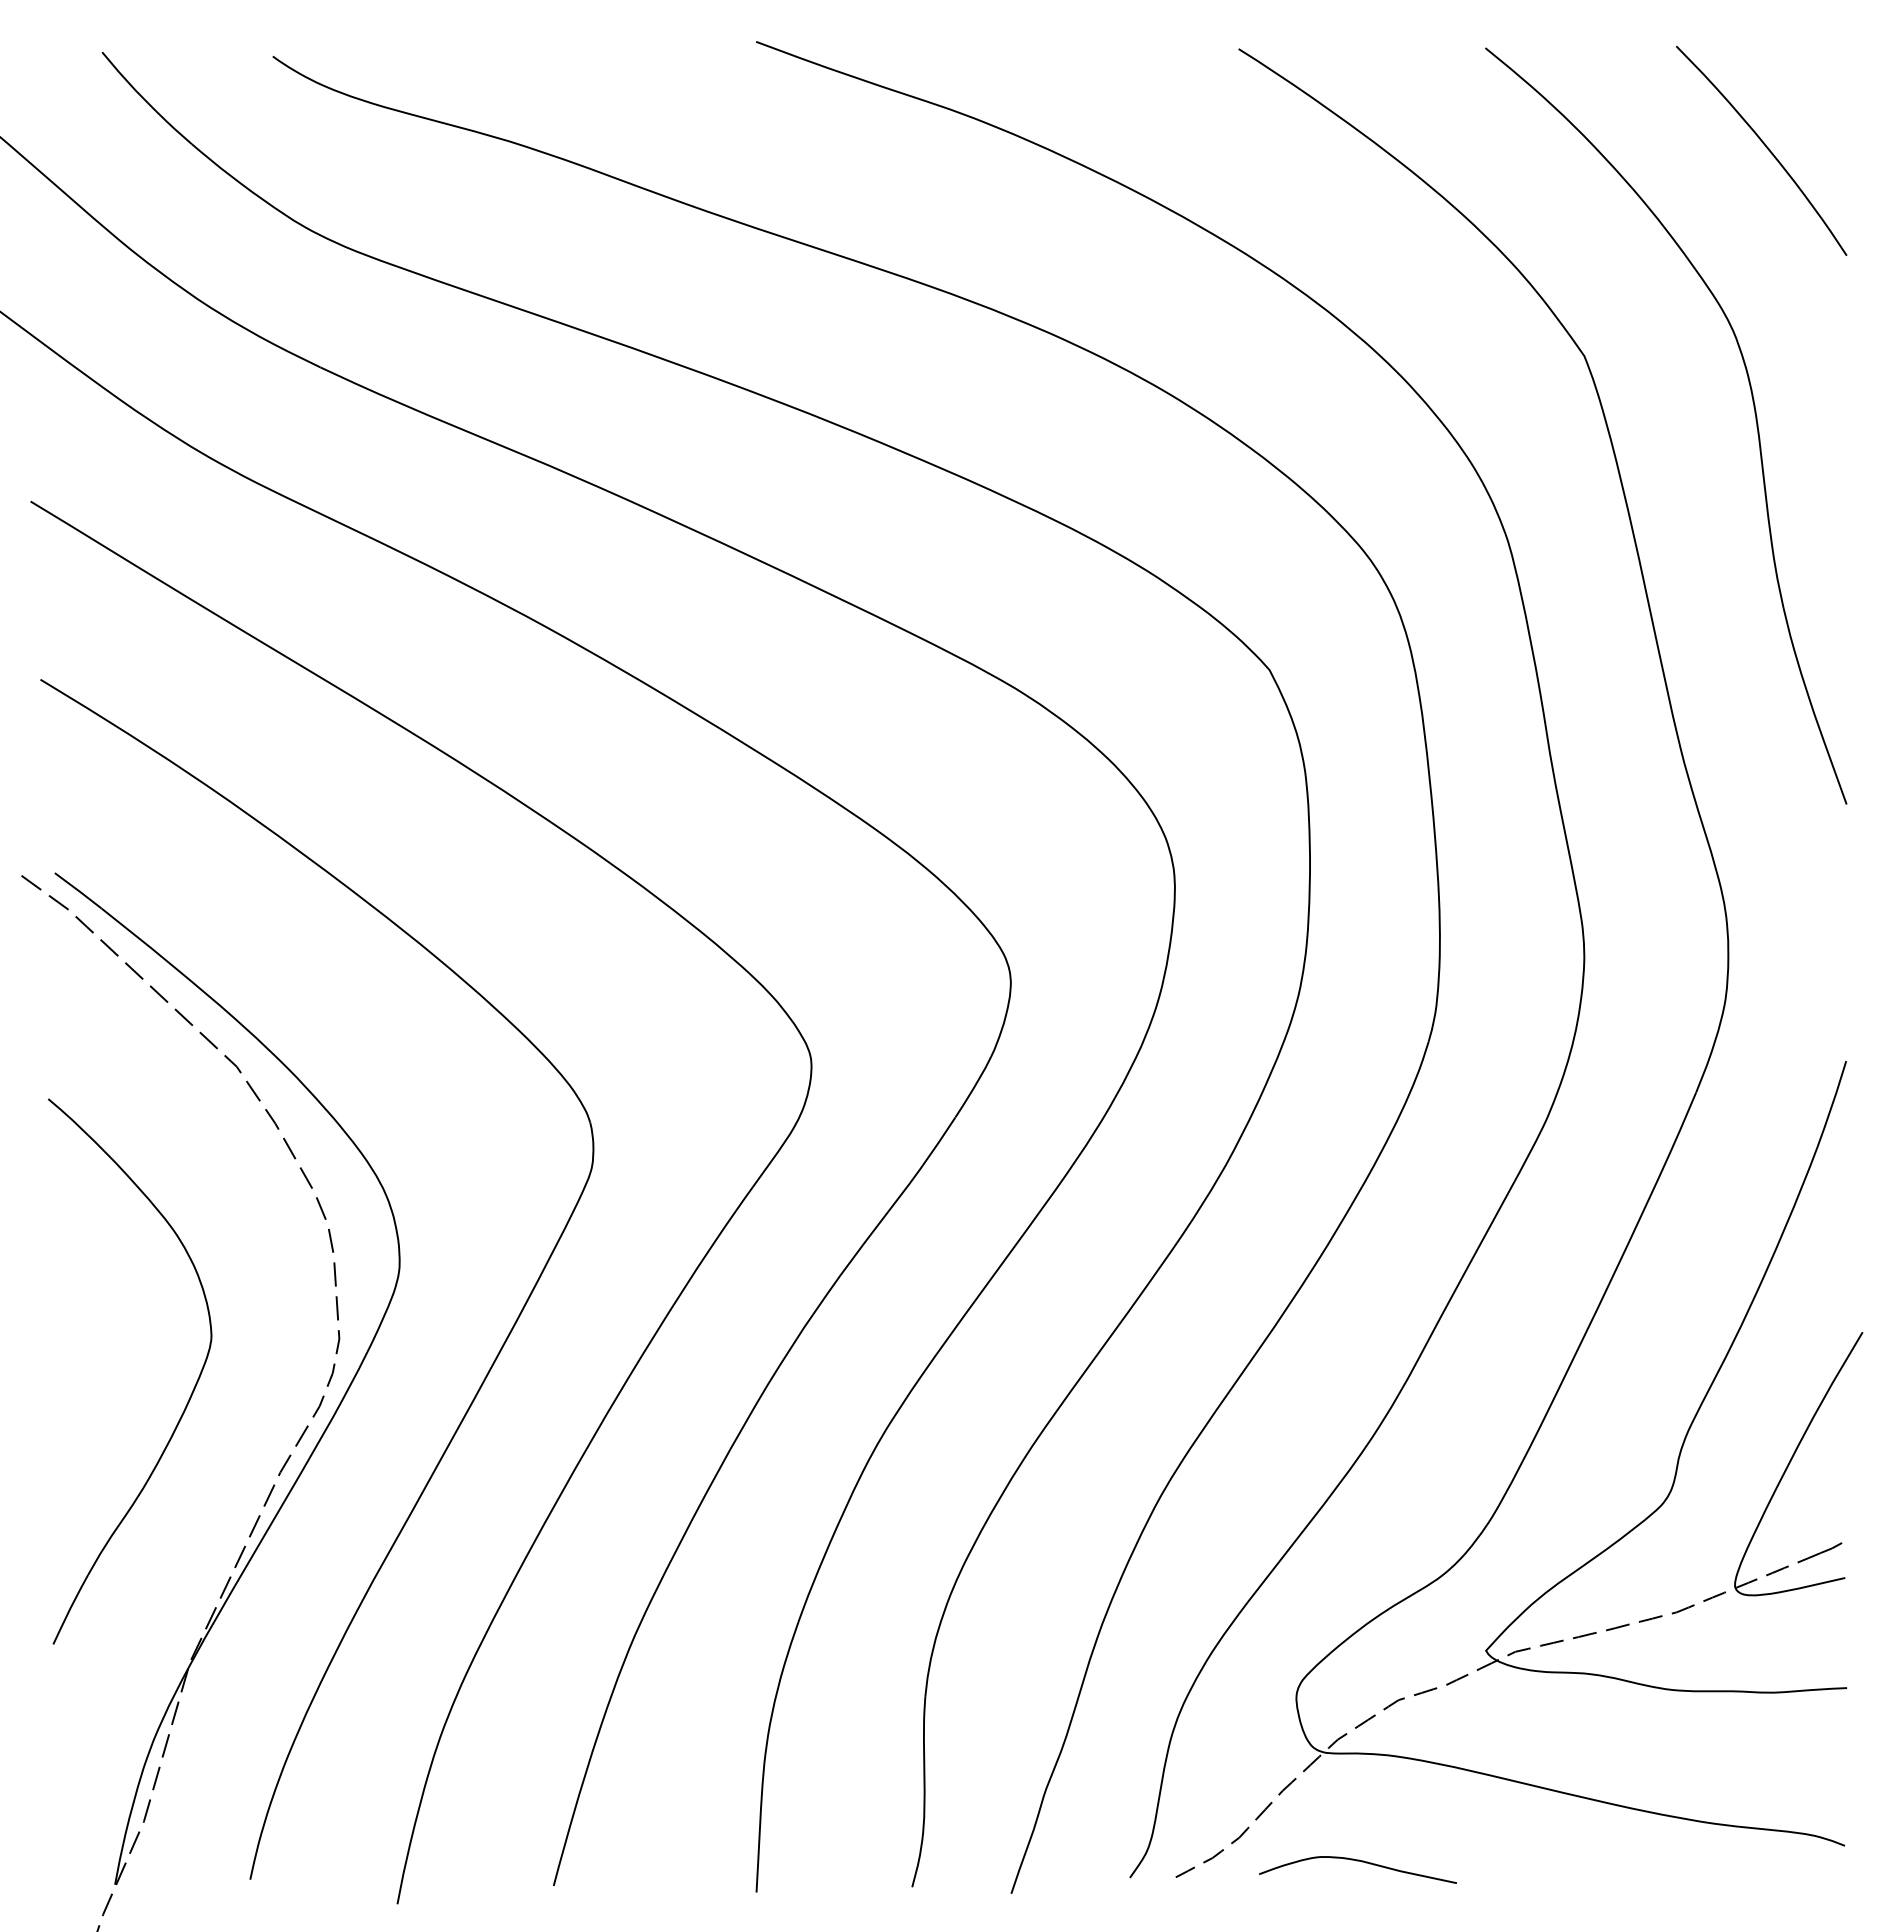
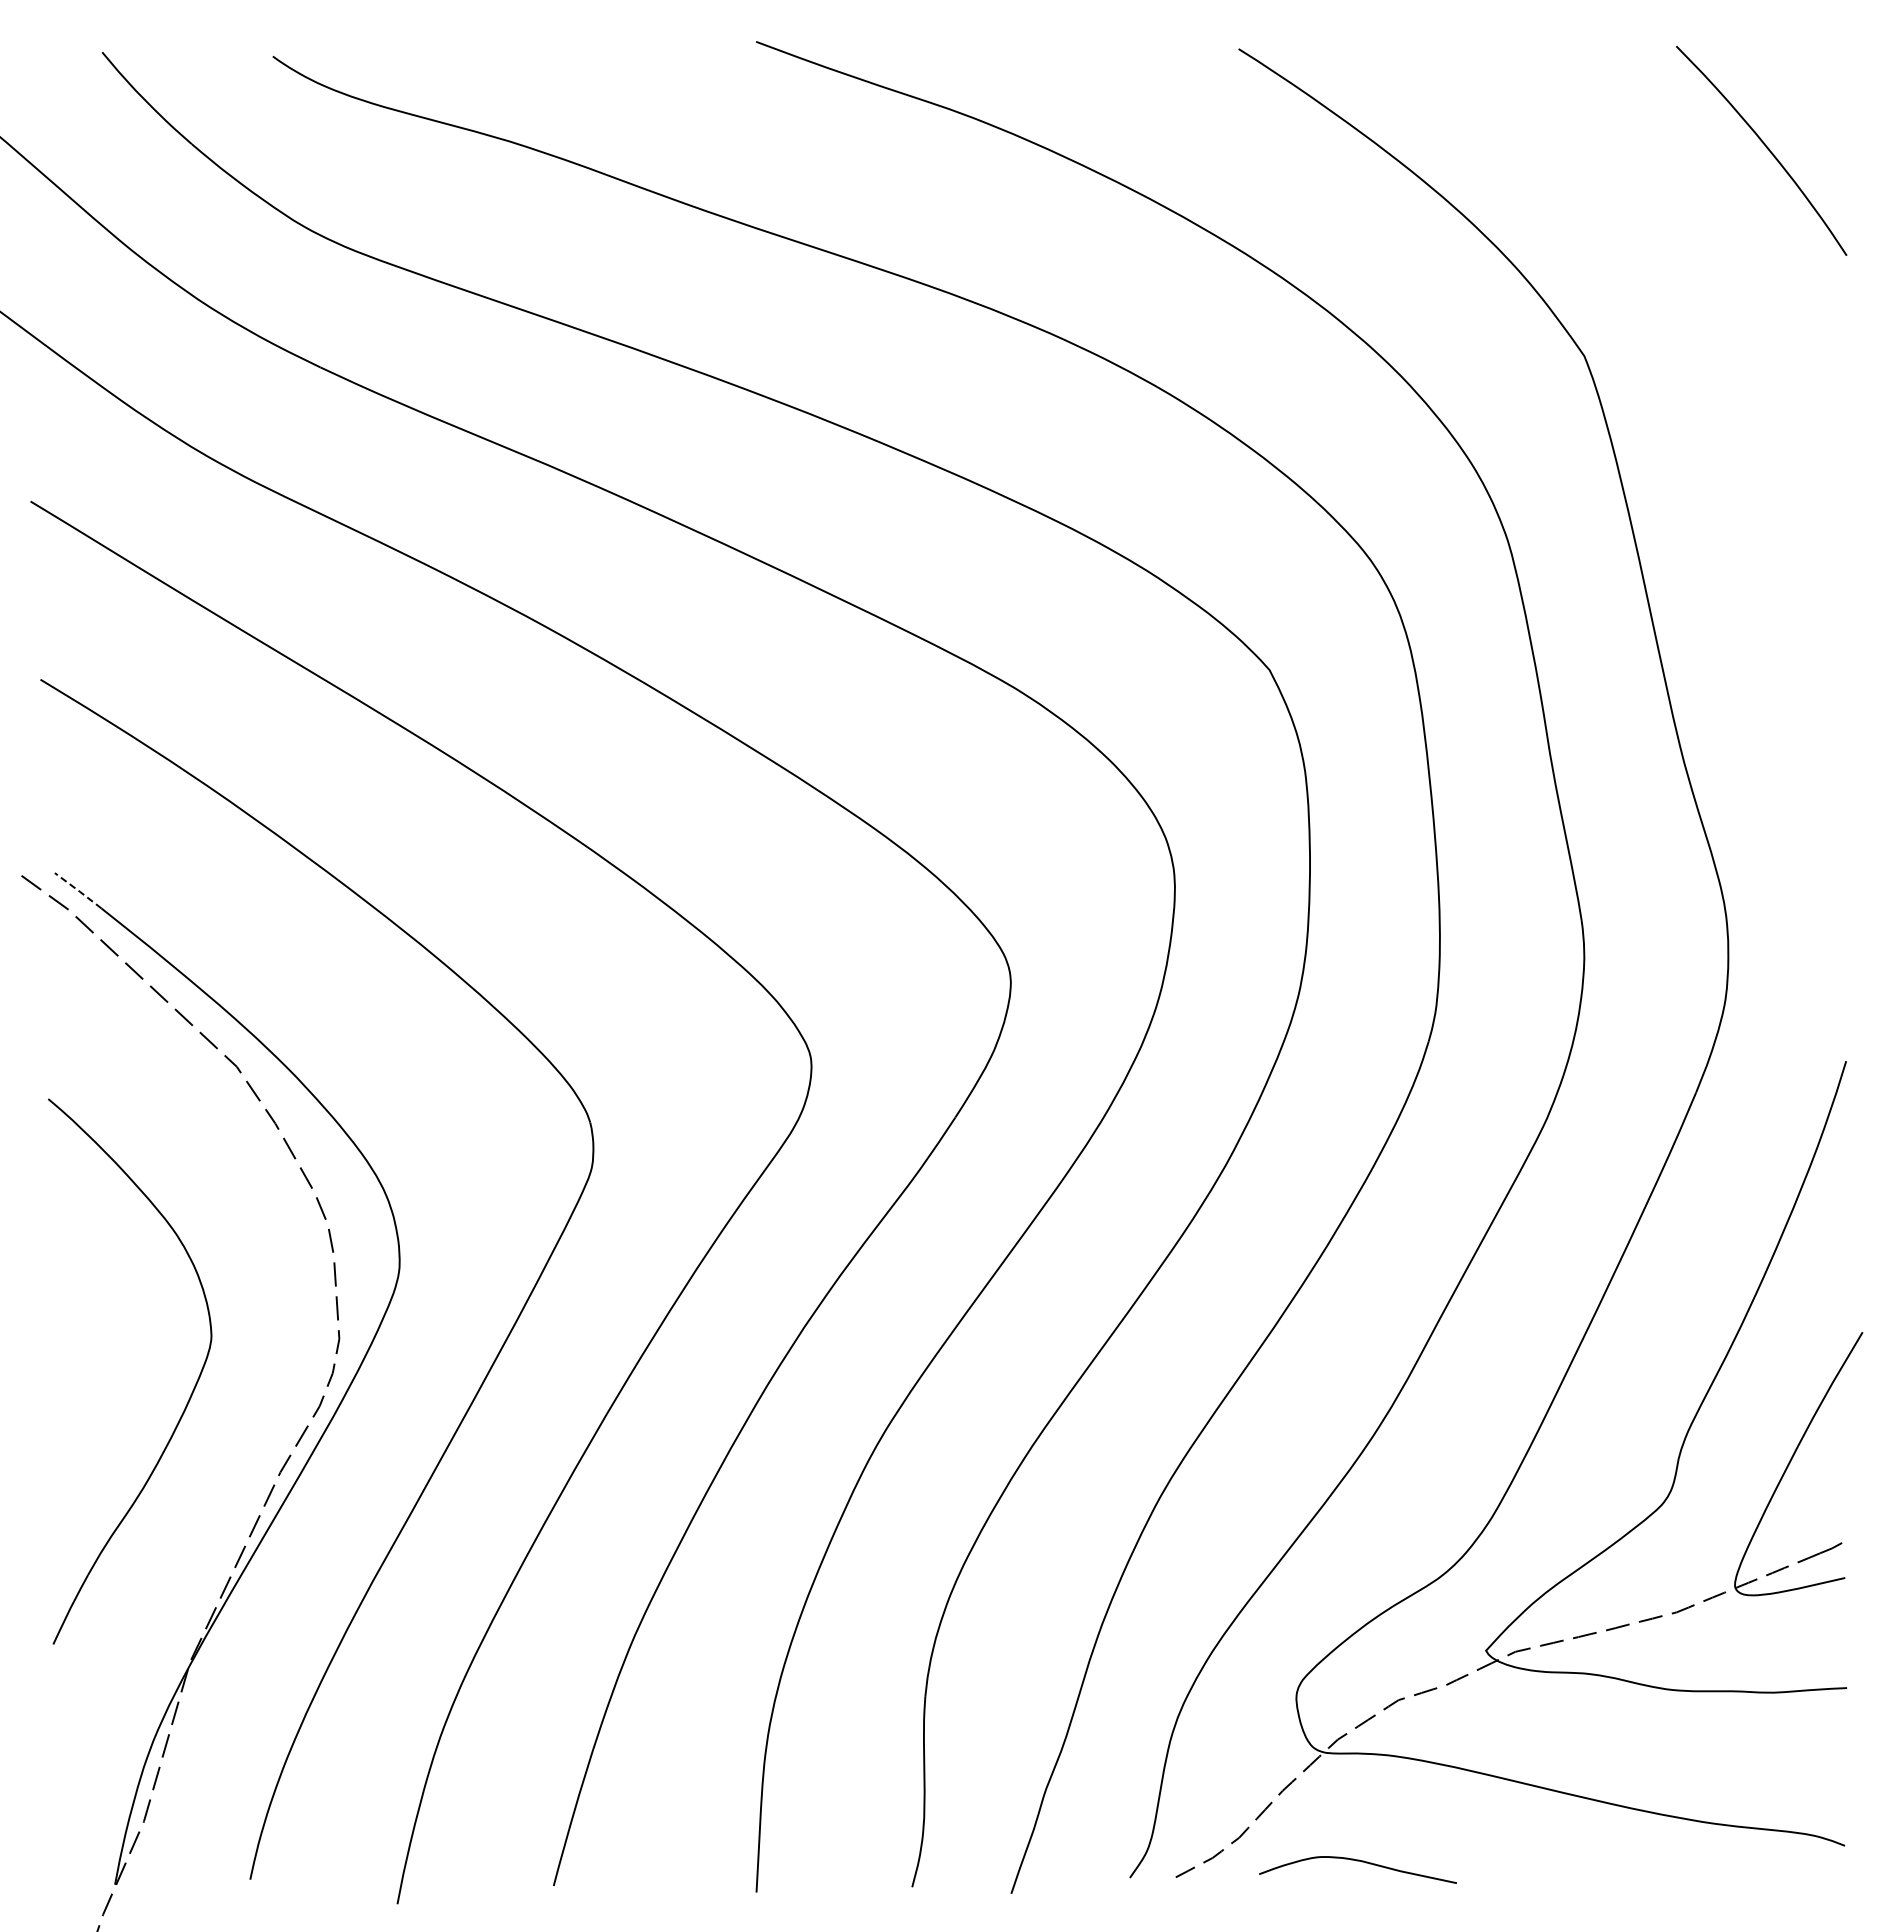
part at (1754, 413): present -> none
line at (78, 890): solid -> dashed
